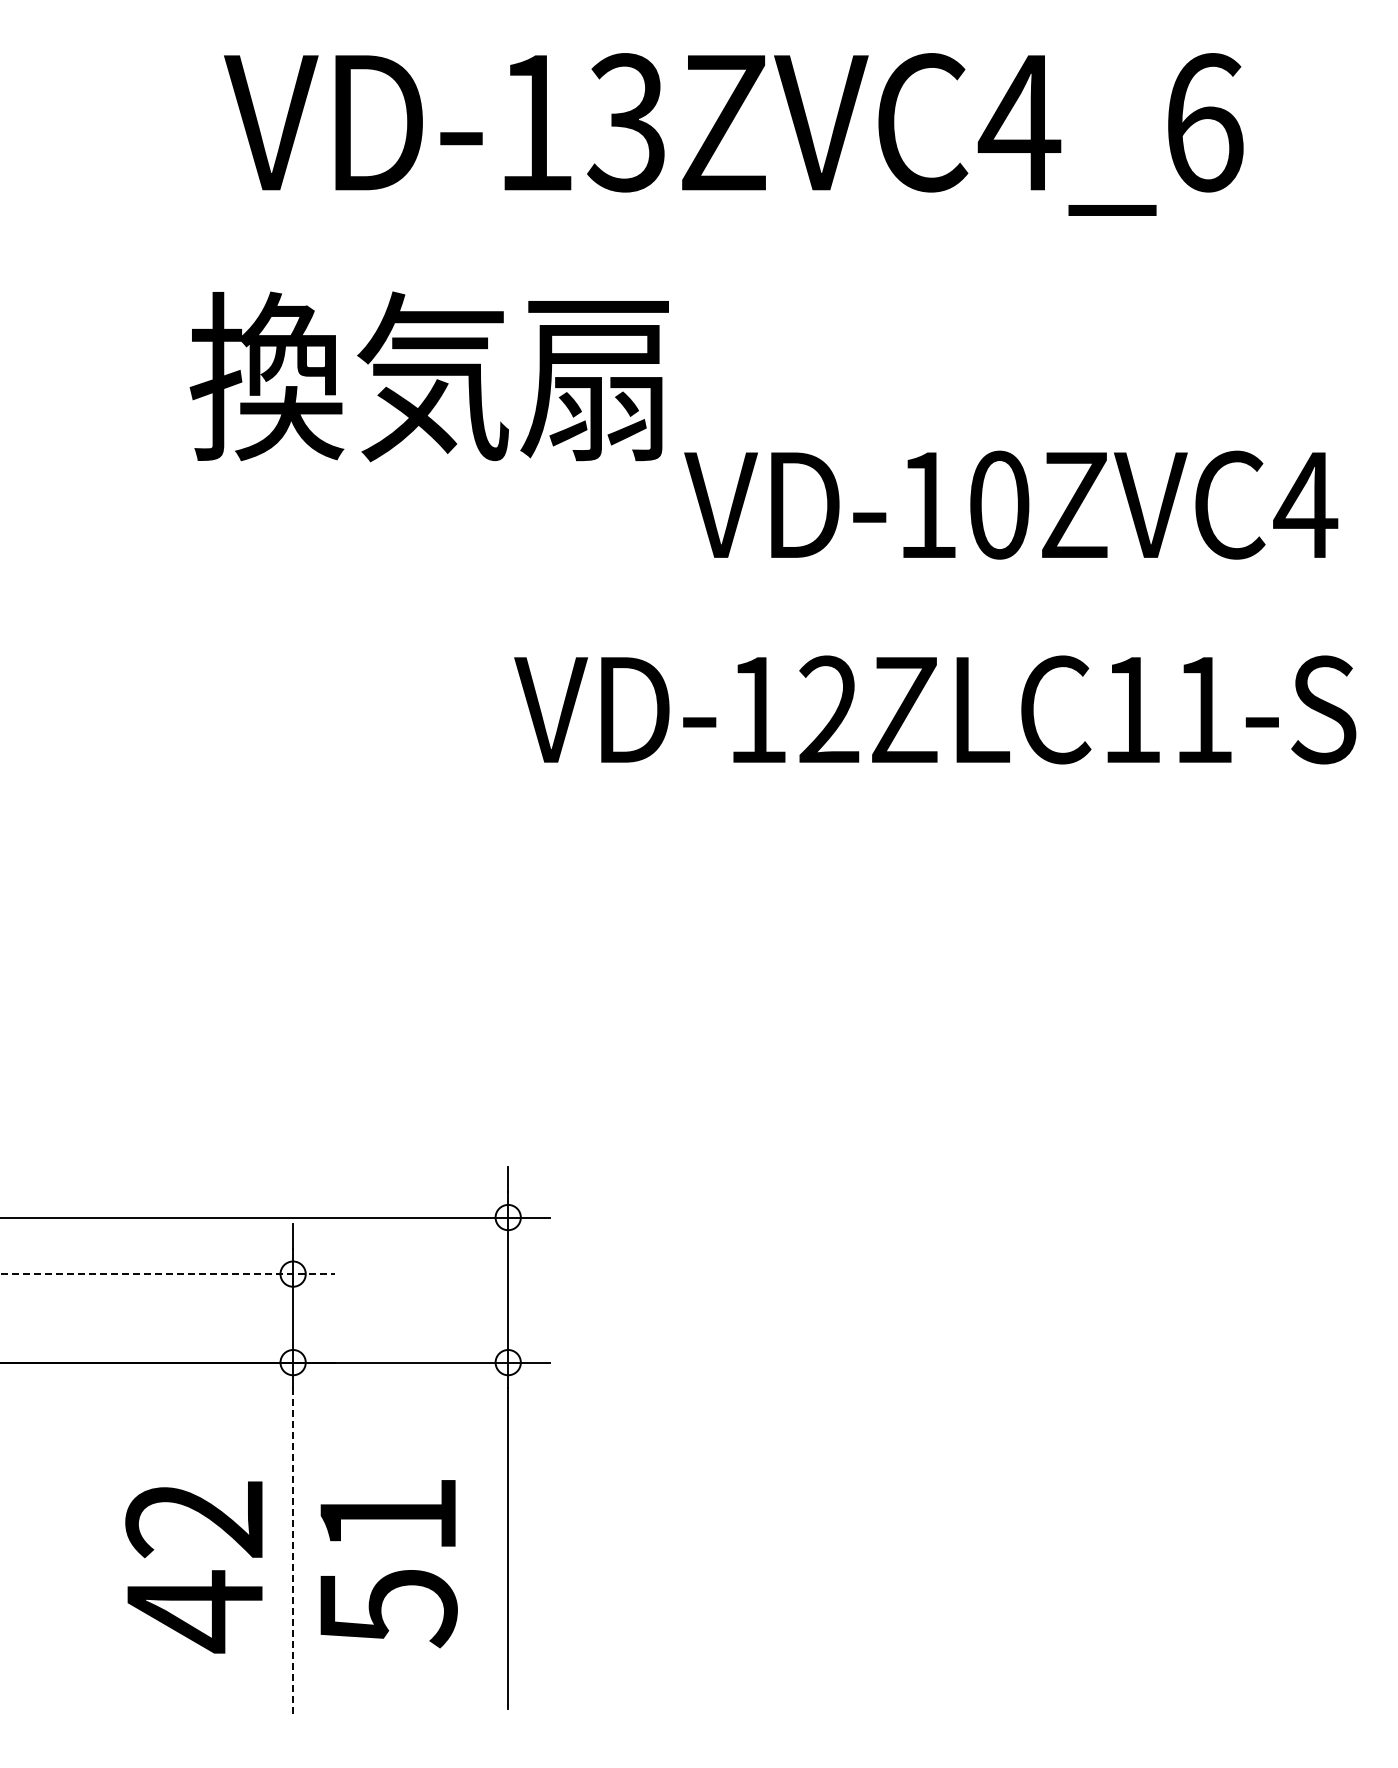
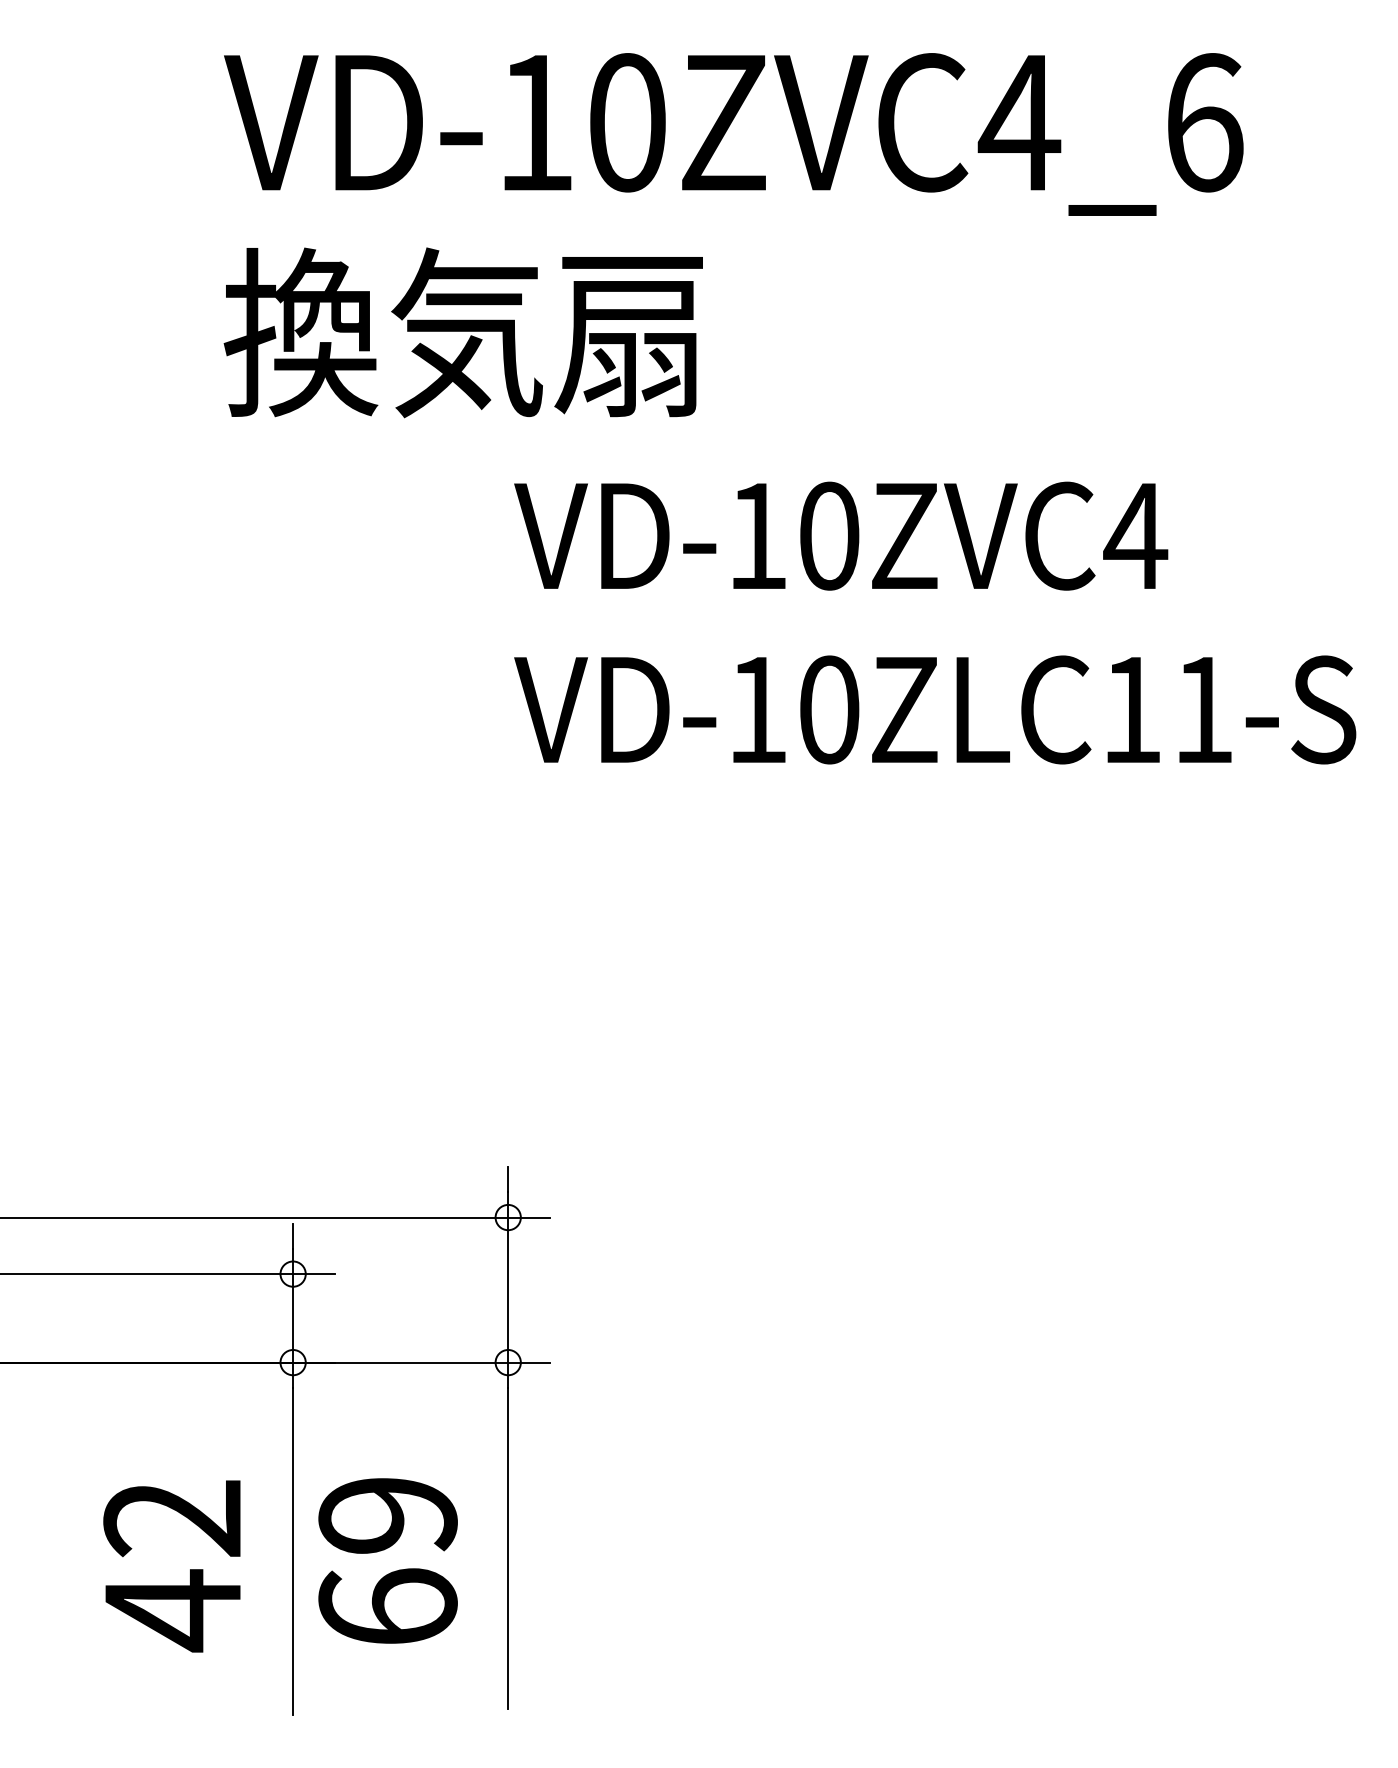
text at (626, 122): VD-13ZVC4_6 -> VD-10ZVC4_6
text at (428, 376) position: (428, 376) -> (462, 332)
text at (1011, 504) position: (1011, 504) -> (841, 535)
text at (829, 709): VD-12ZLC11-S -> VD-10ZLC11-S
line at (168, 1274): dashed -> solid
line at (293, 1551): dashed -> solid
text at (387, 1563): 51 -> 69
text at (193, 1567) position: (193, 1567) -> (171, 1566)
